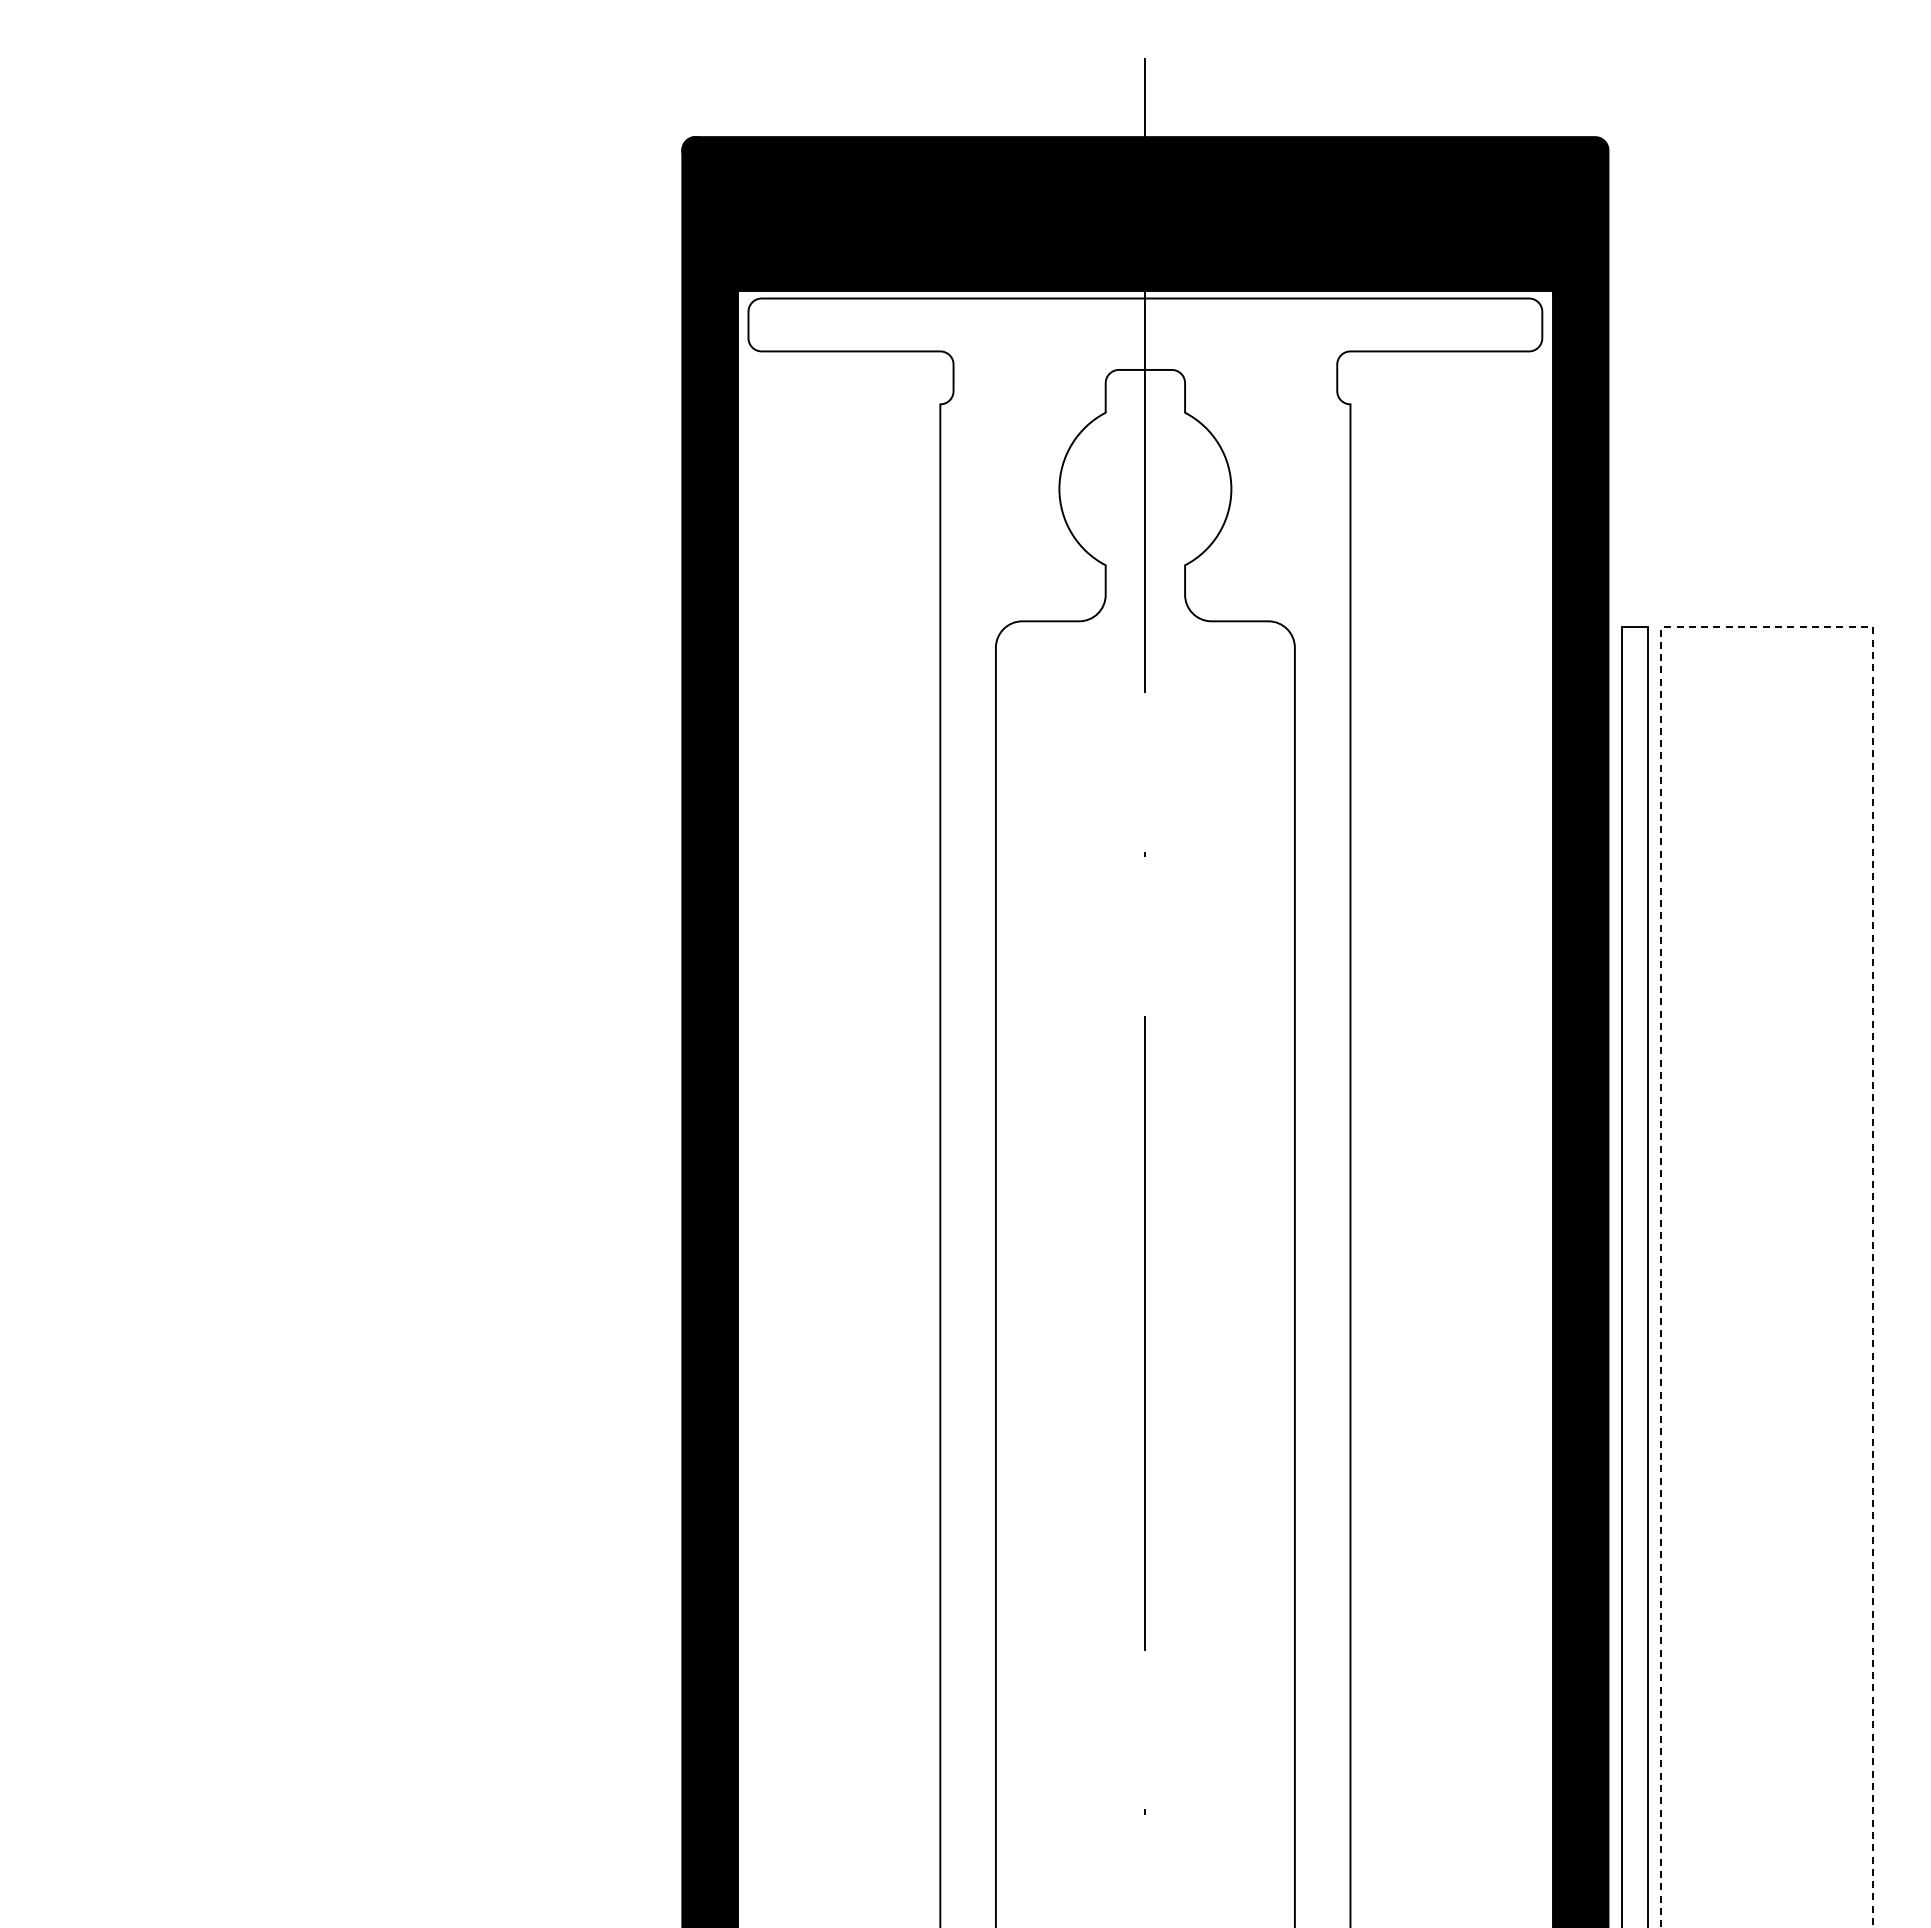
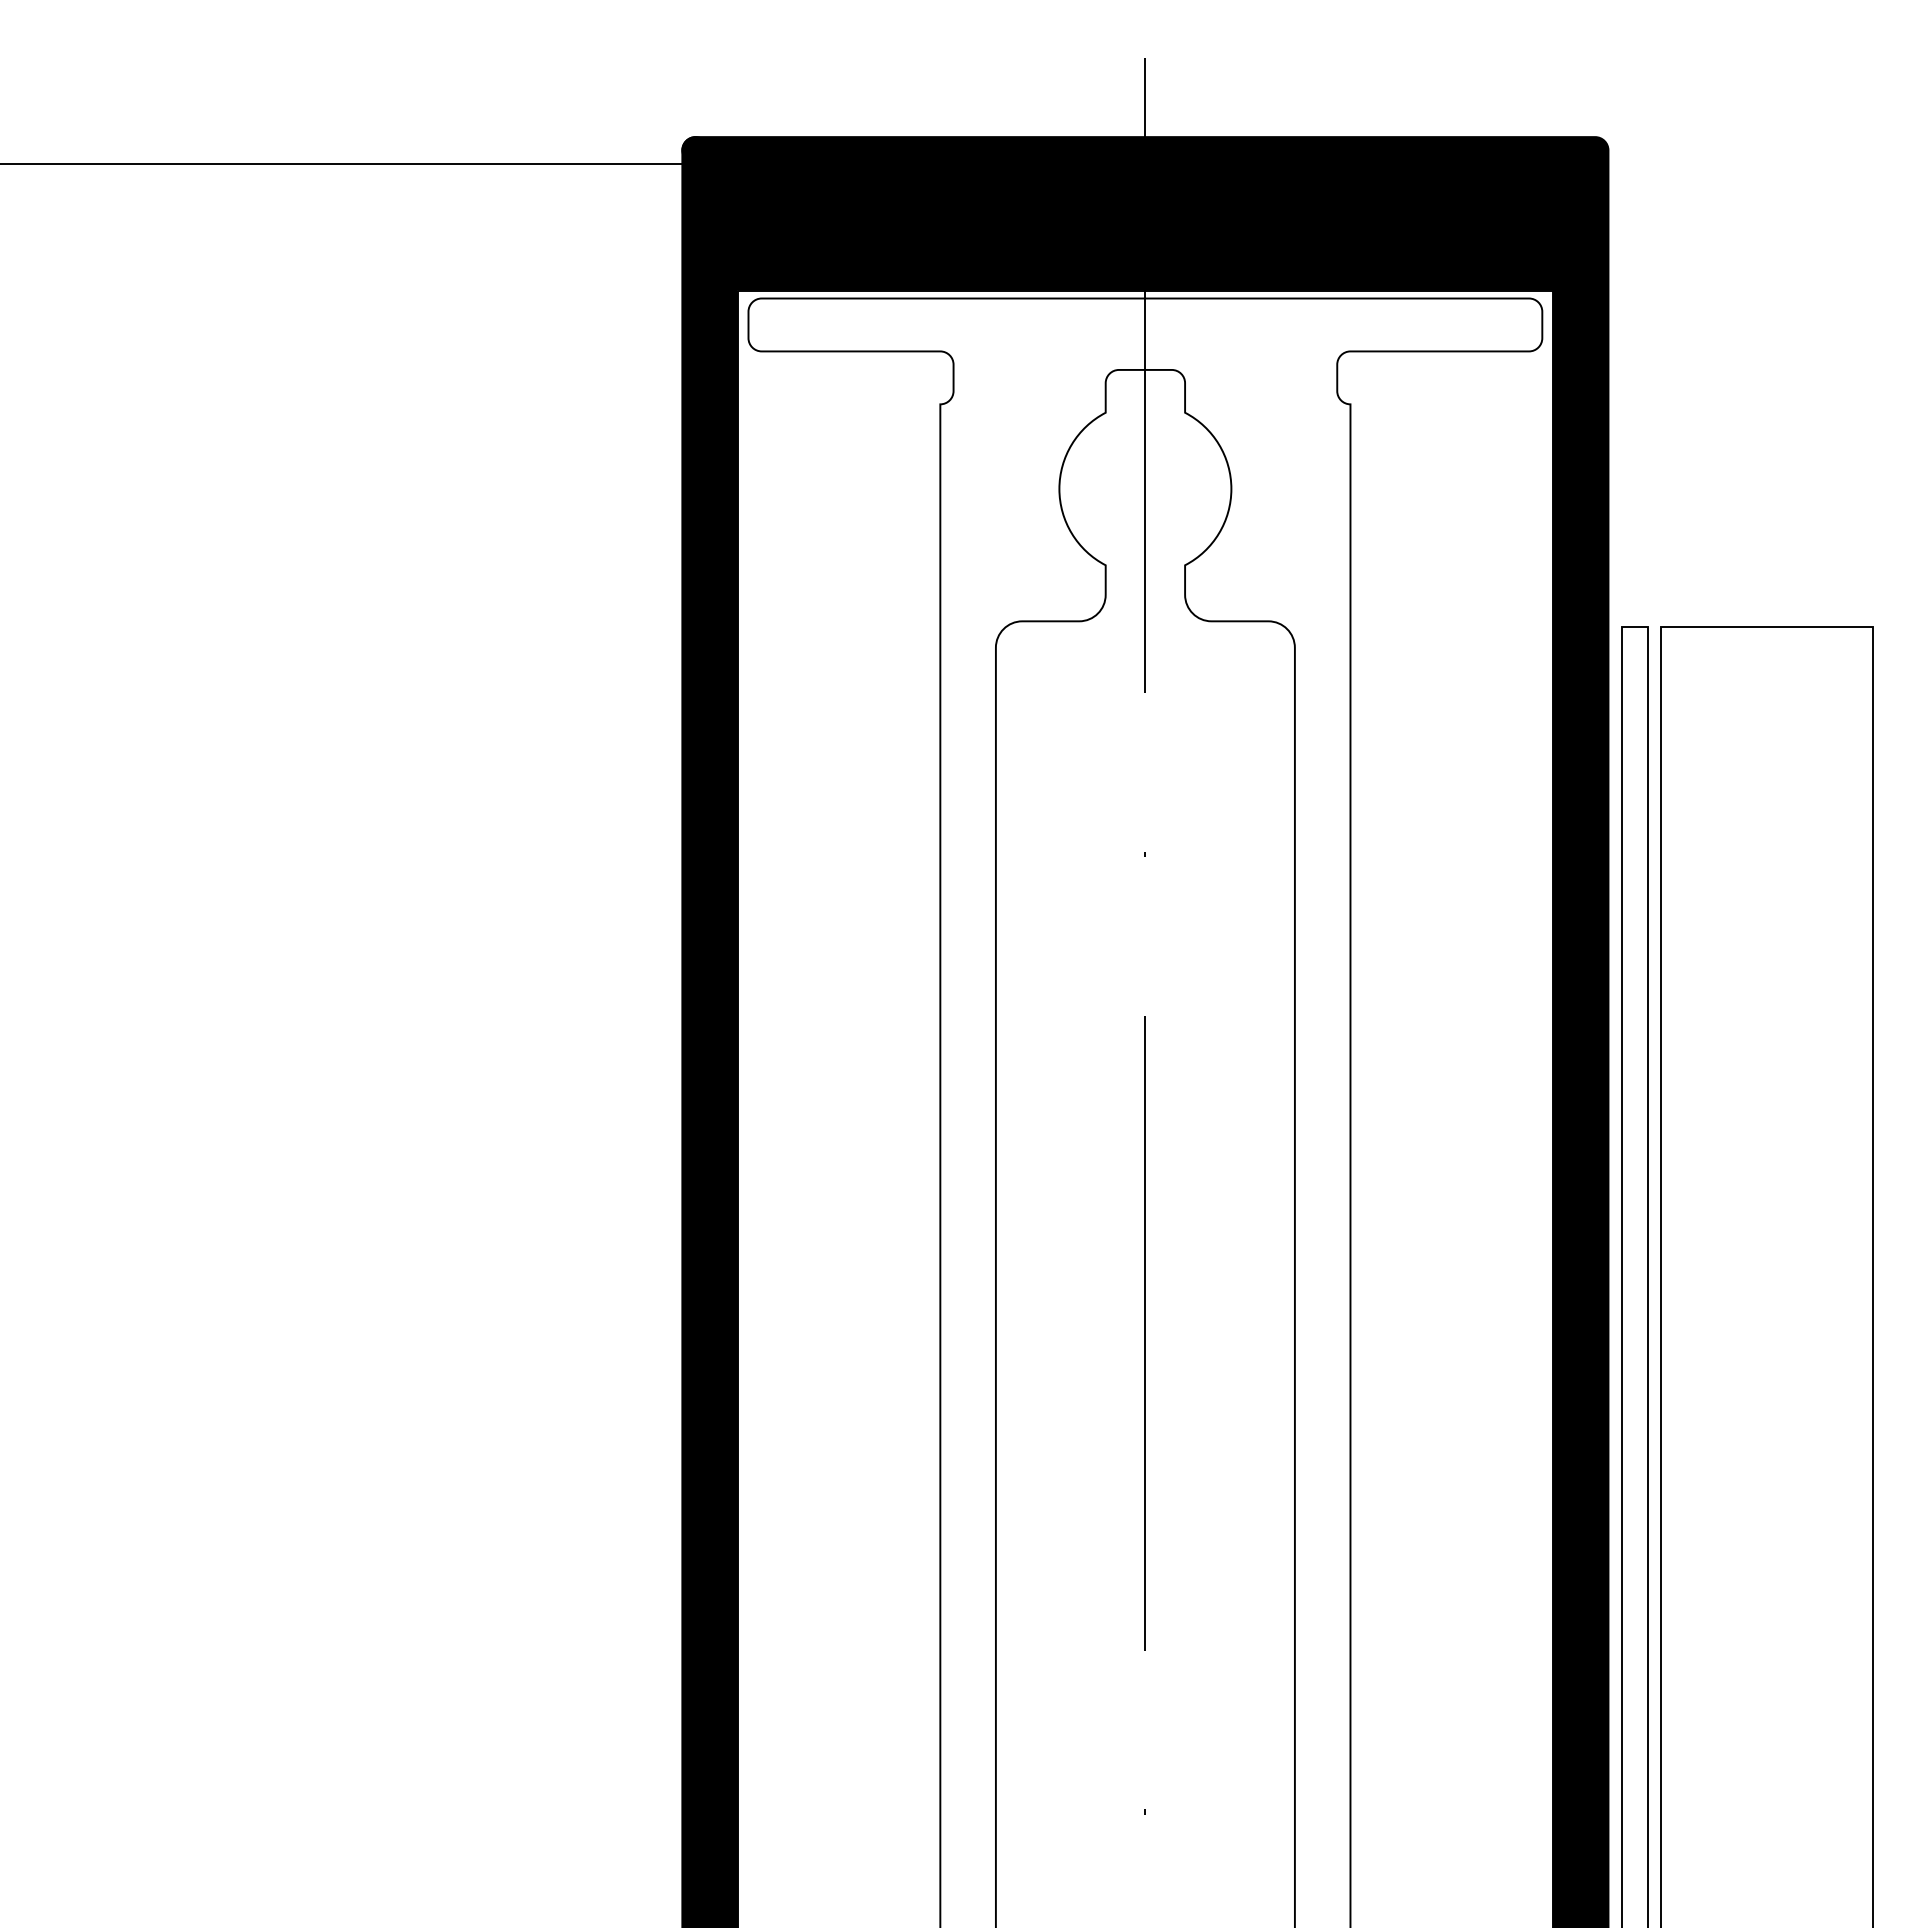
line at (342, 163): none -> present
line at (1767, 627): dashed -> solid
